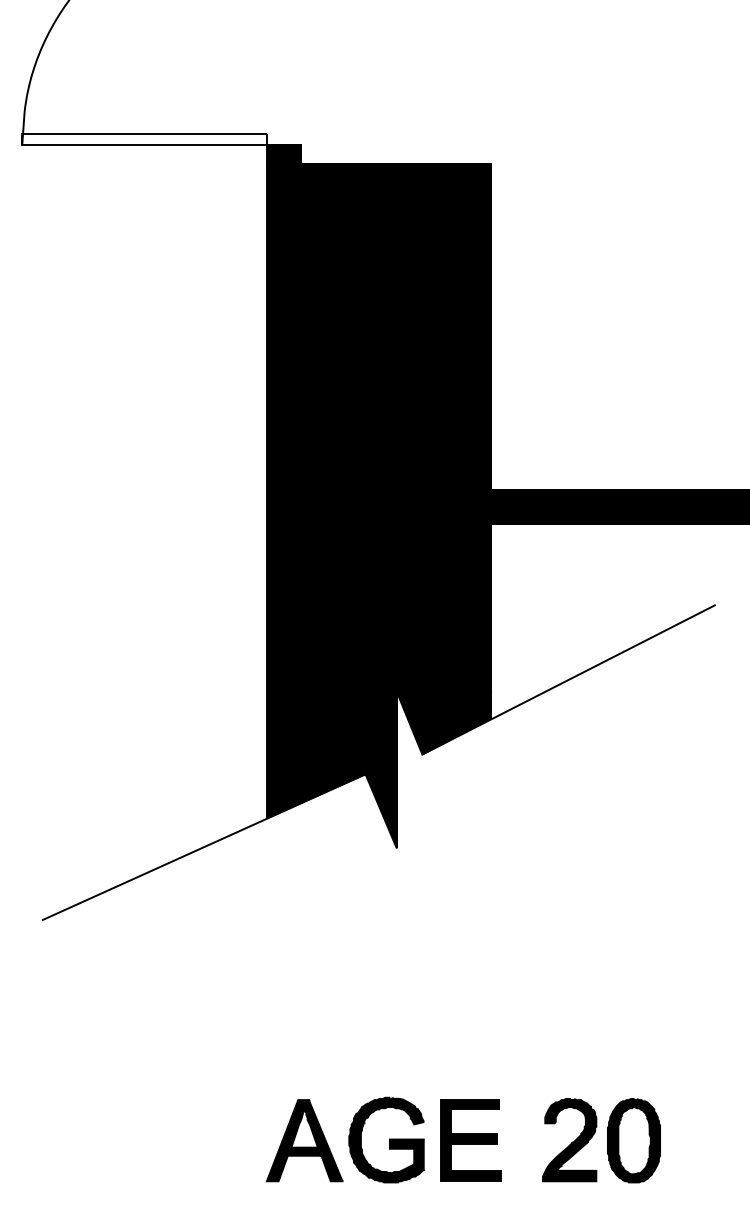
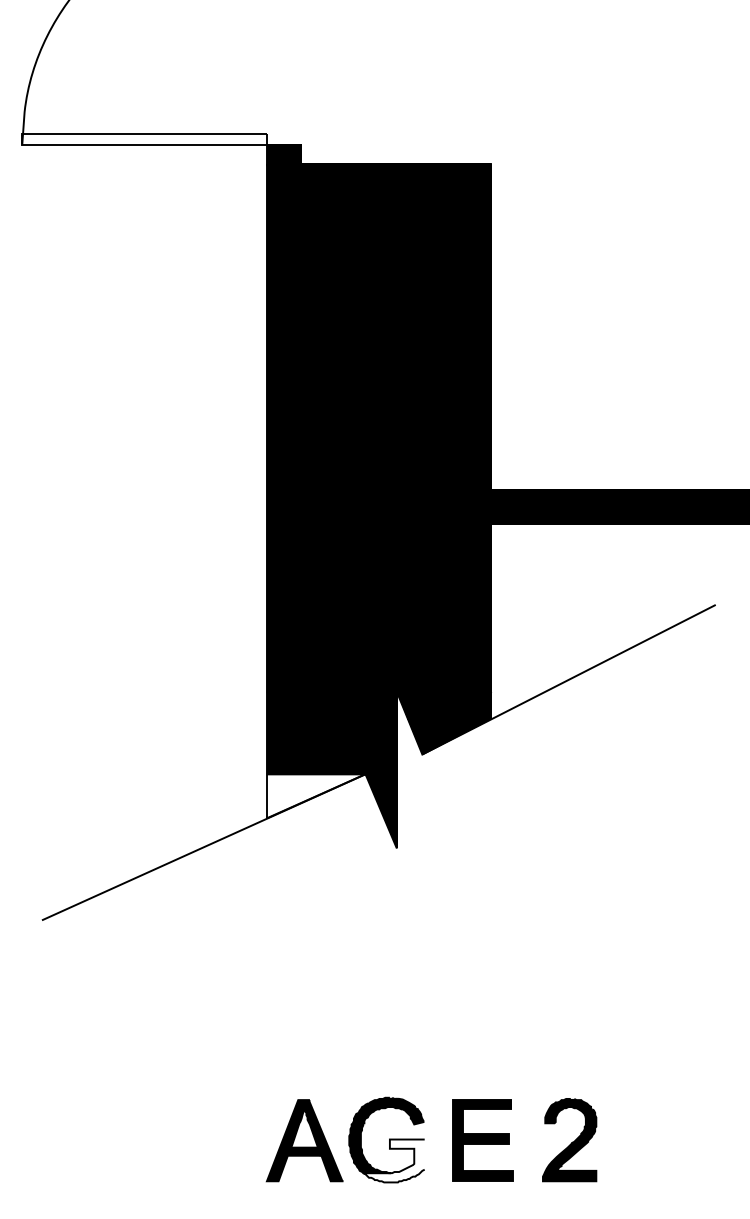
fill at (315, 796): present -> none
part at (470, 1140) position: (470, 1140) -> (482, 1140)
part at (633, 1140): present -> none
fill at (393, 1160): present -> none
